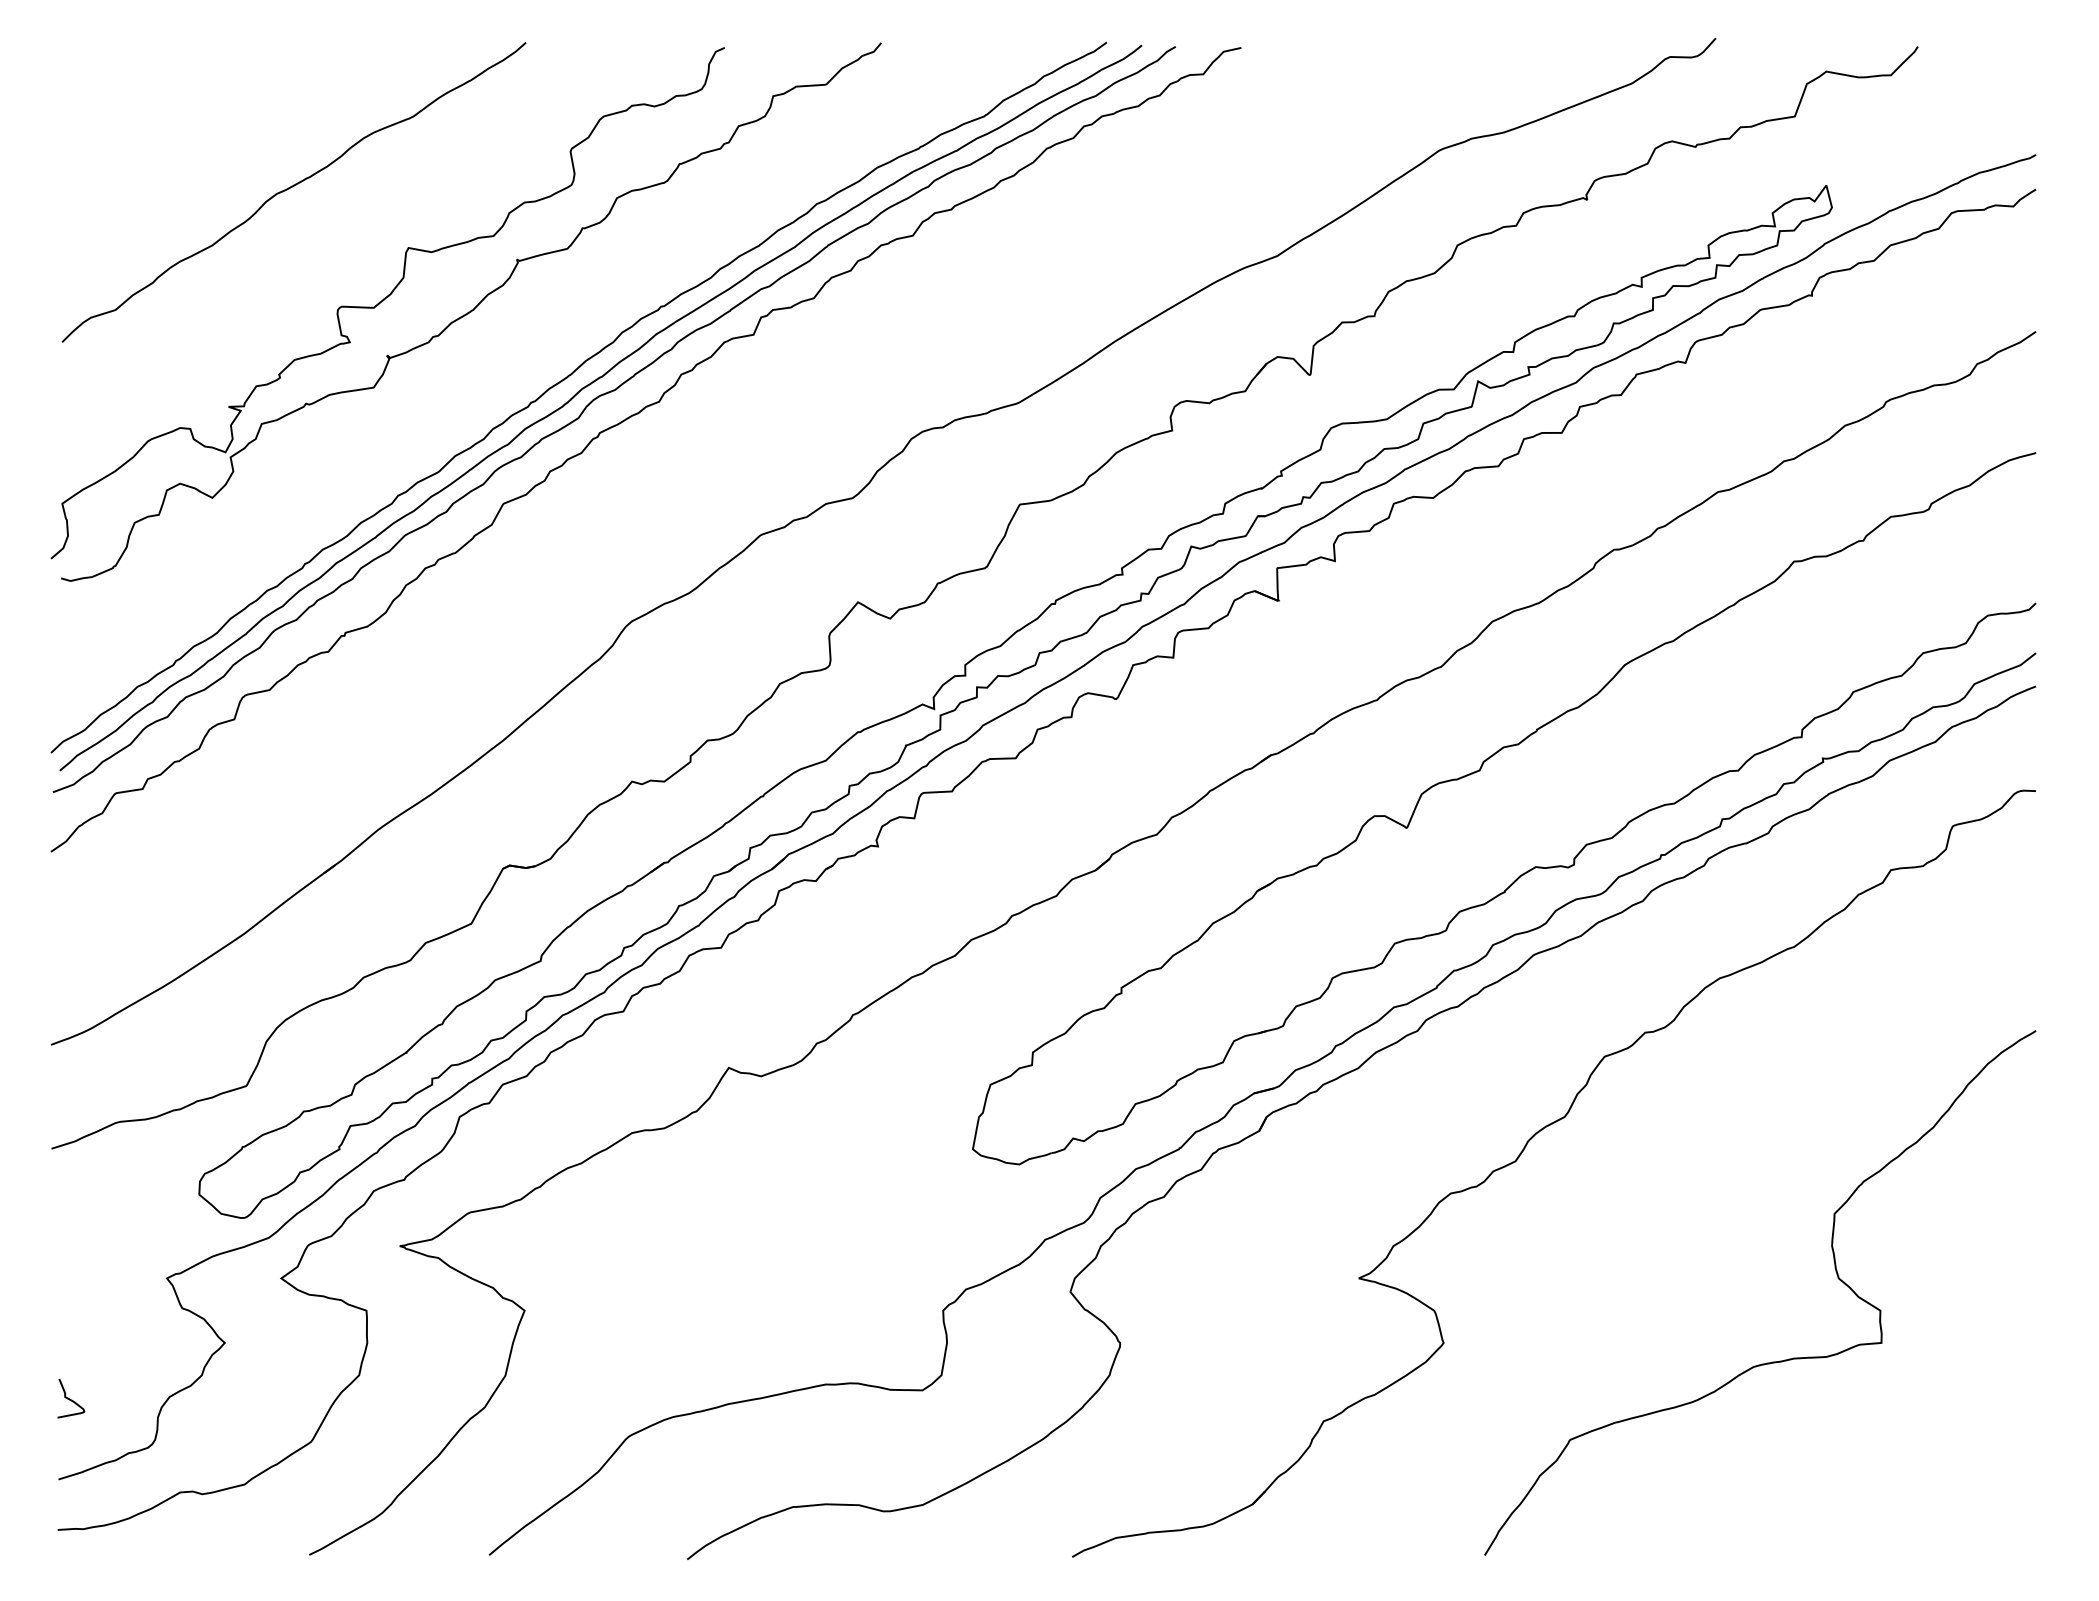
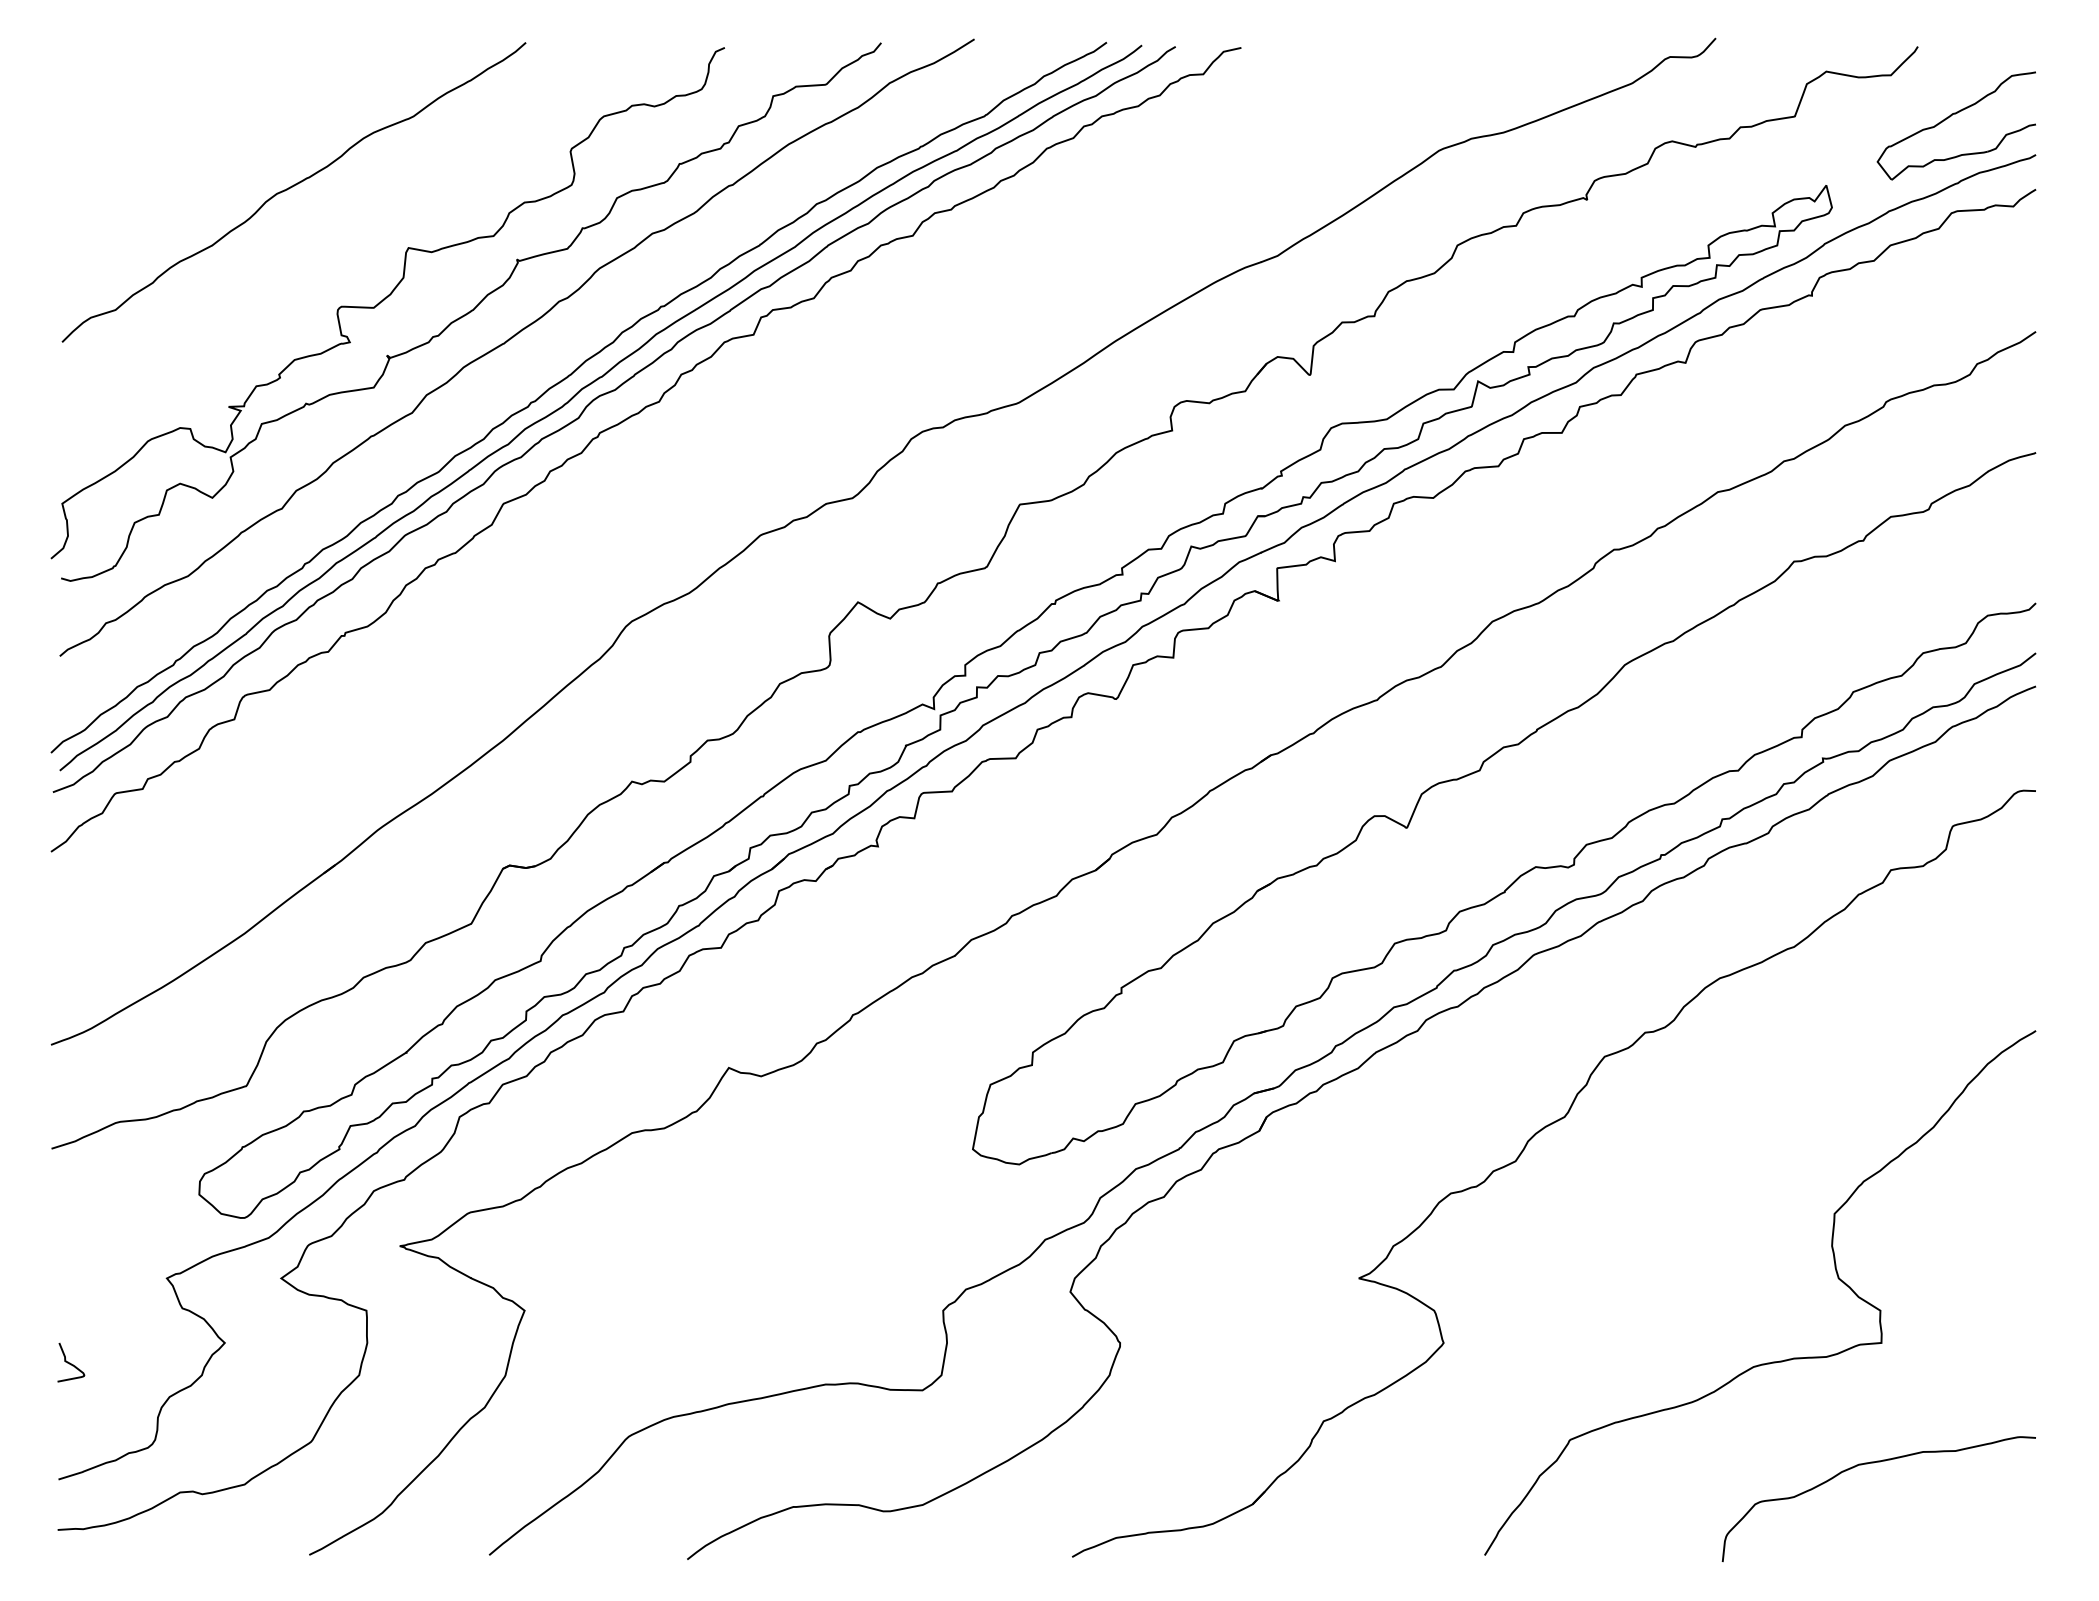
part at (1950, 117): none -> present
curve at (511, 339): none -> present
curve at (70, 1398) position: (70, 1398) -> (70, 1362)
curve at (1874, 1463): none -> present
